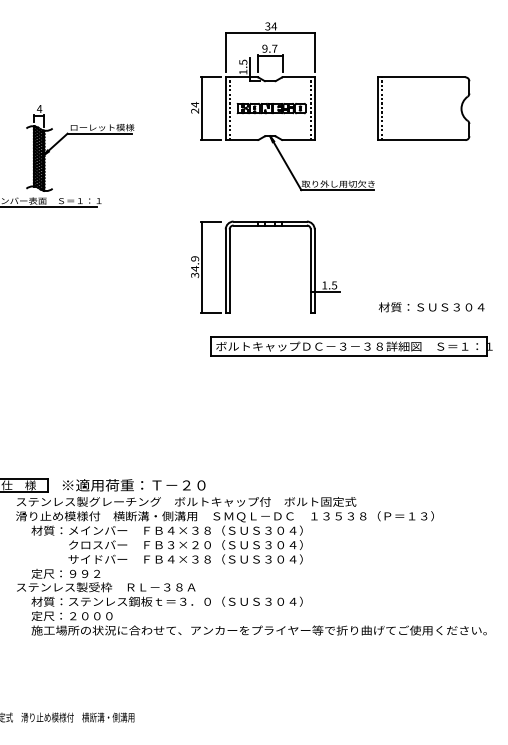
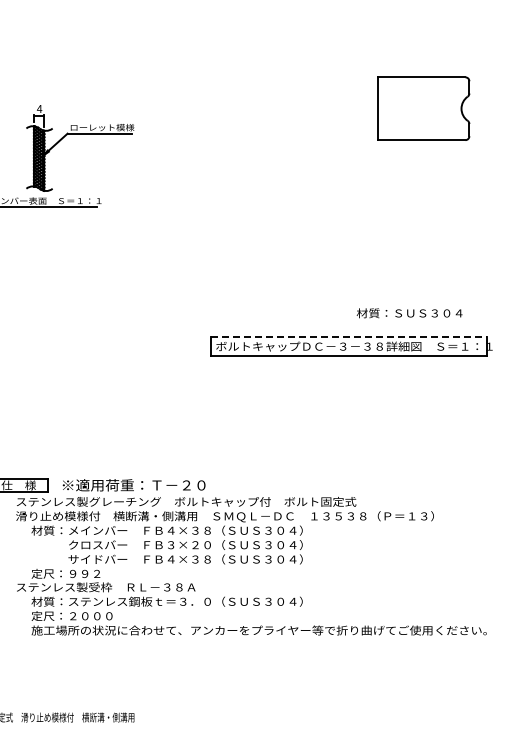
part at (282, 106): present -> none
line at (381, 108): present -> none
part at (230, 266): present -> none
text at (431, 307) position: (431, 307) -> (409, 313)
line at (349, 337): solid -> dashed
